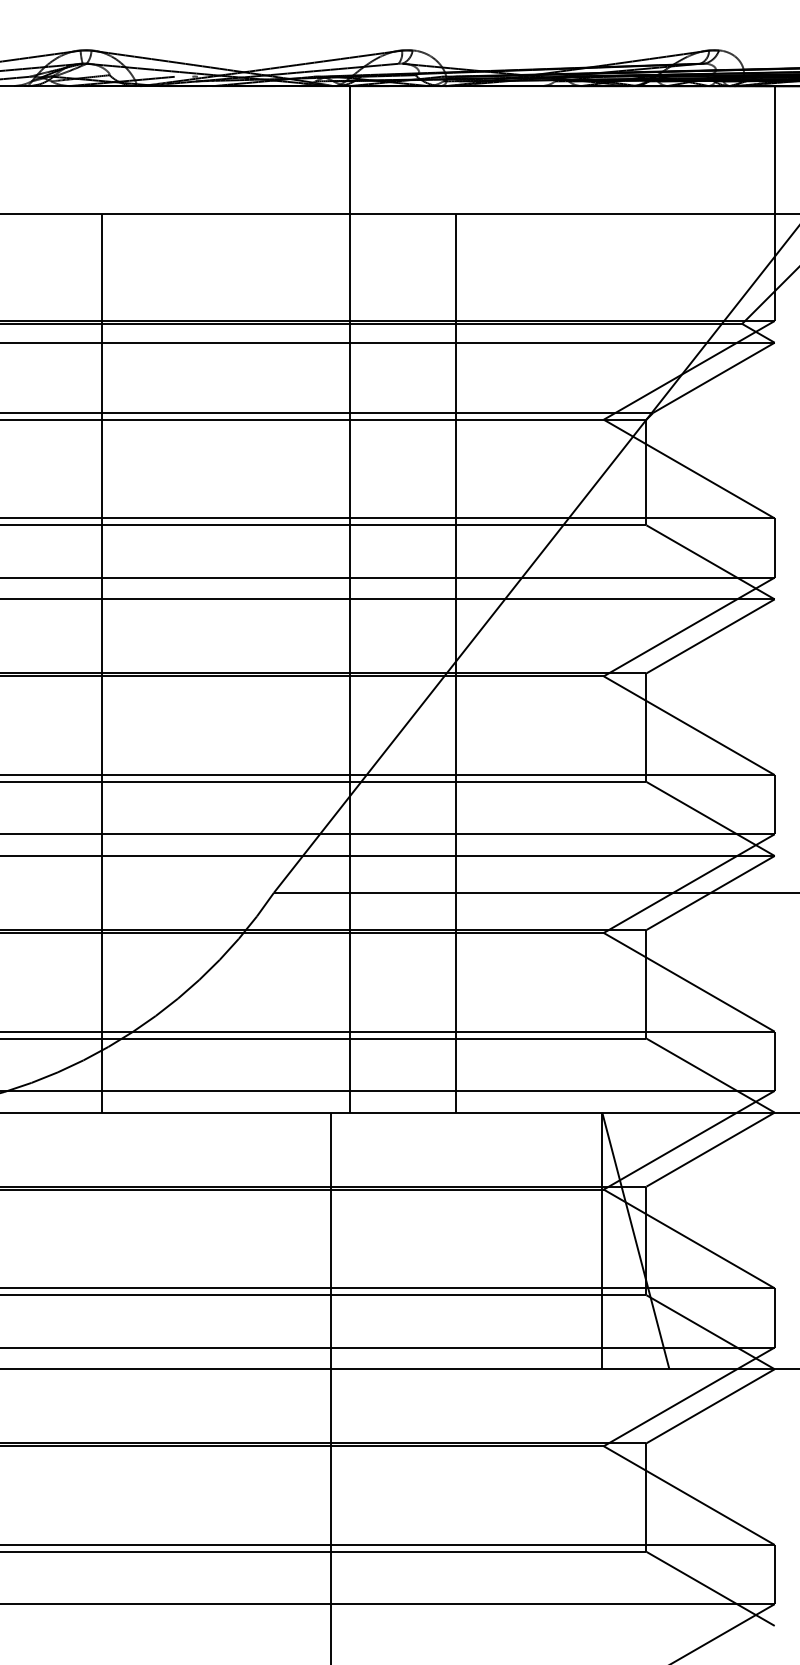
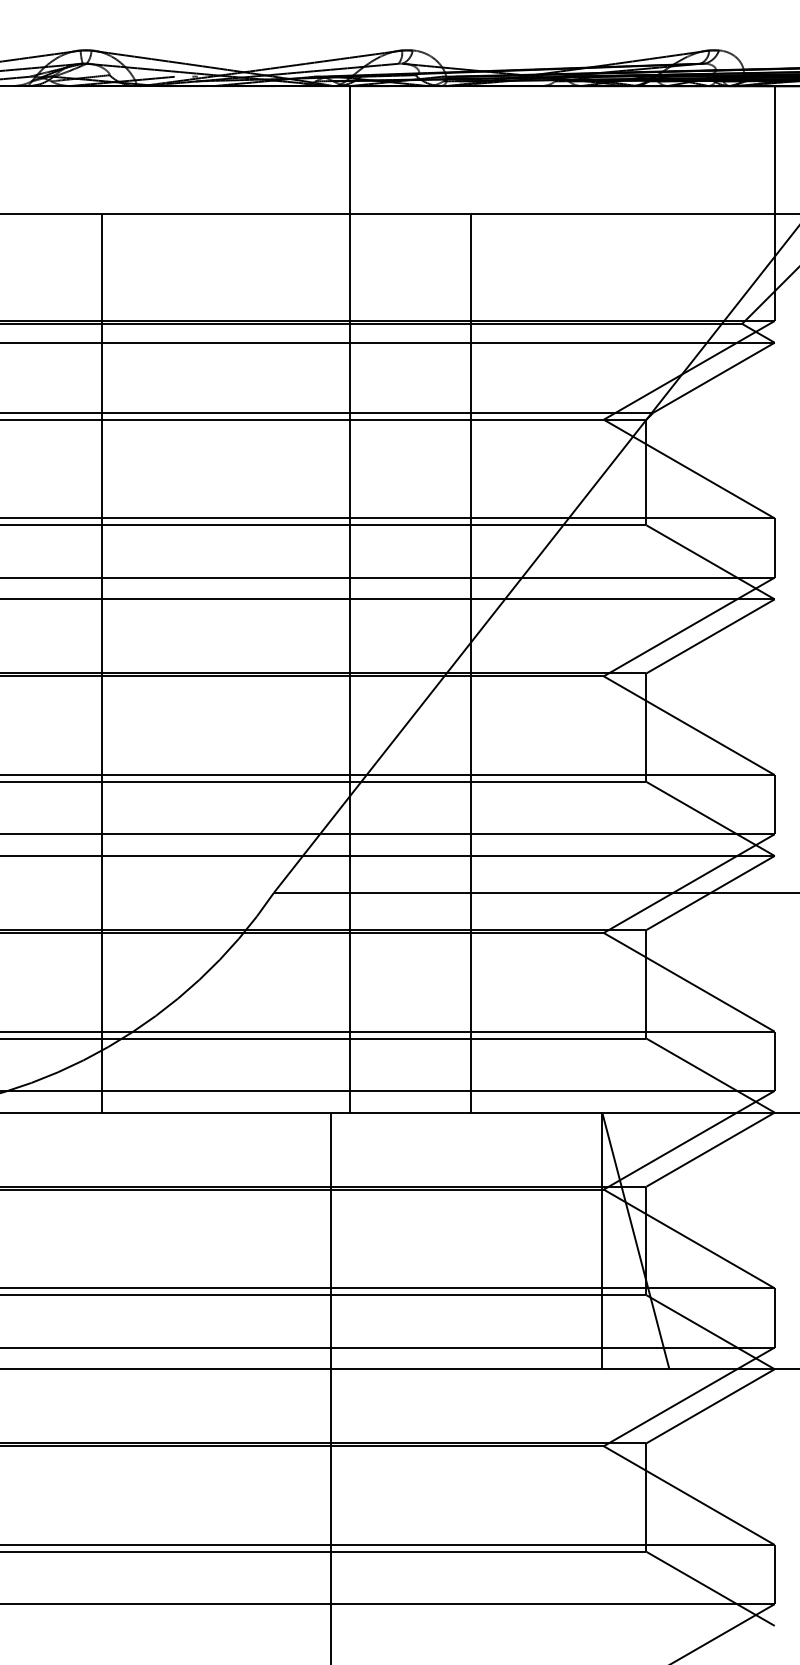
line at (455, 663) position: (455, 663) -> (470, 663)
